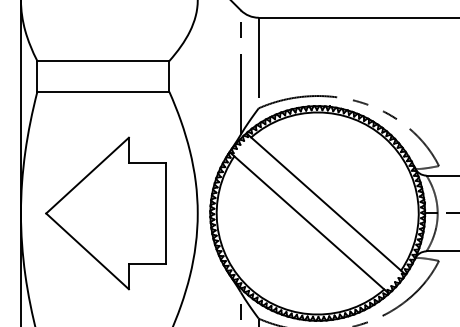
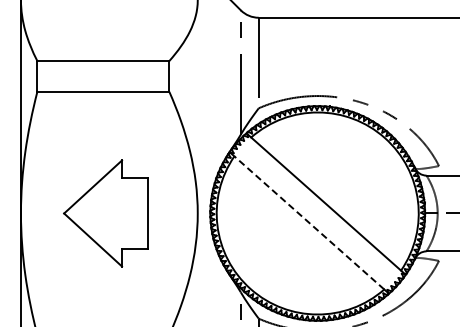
part at (105, 213) size: 122x155 px -> 86x109 px
line at (308, 222): solid -> dashed
